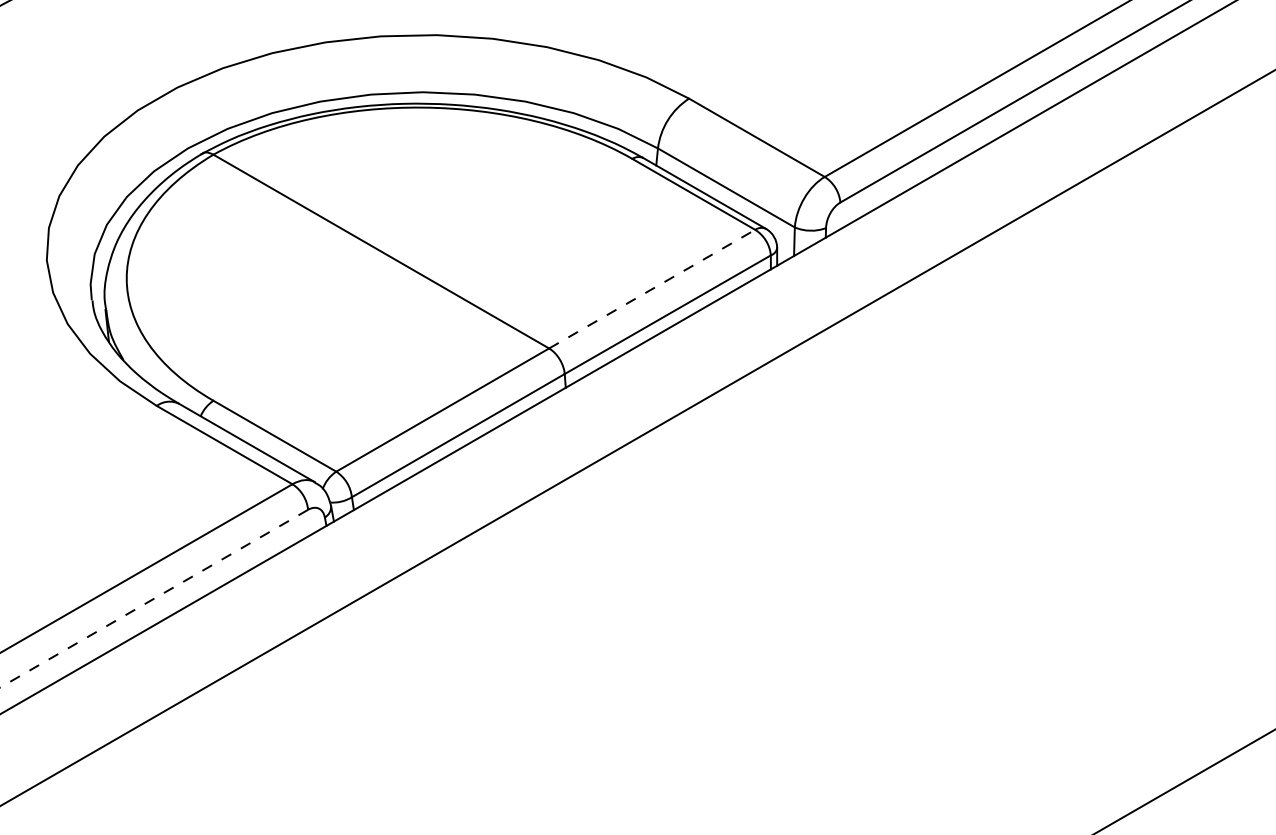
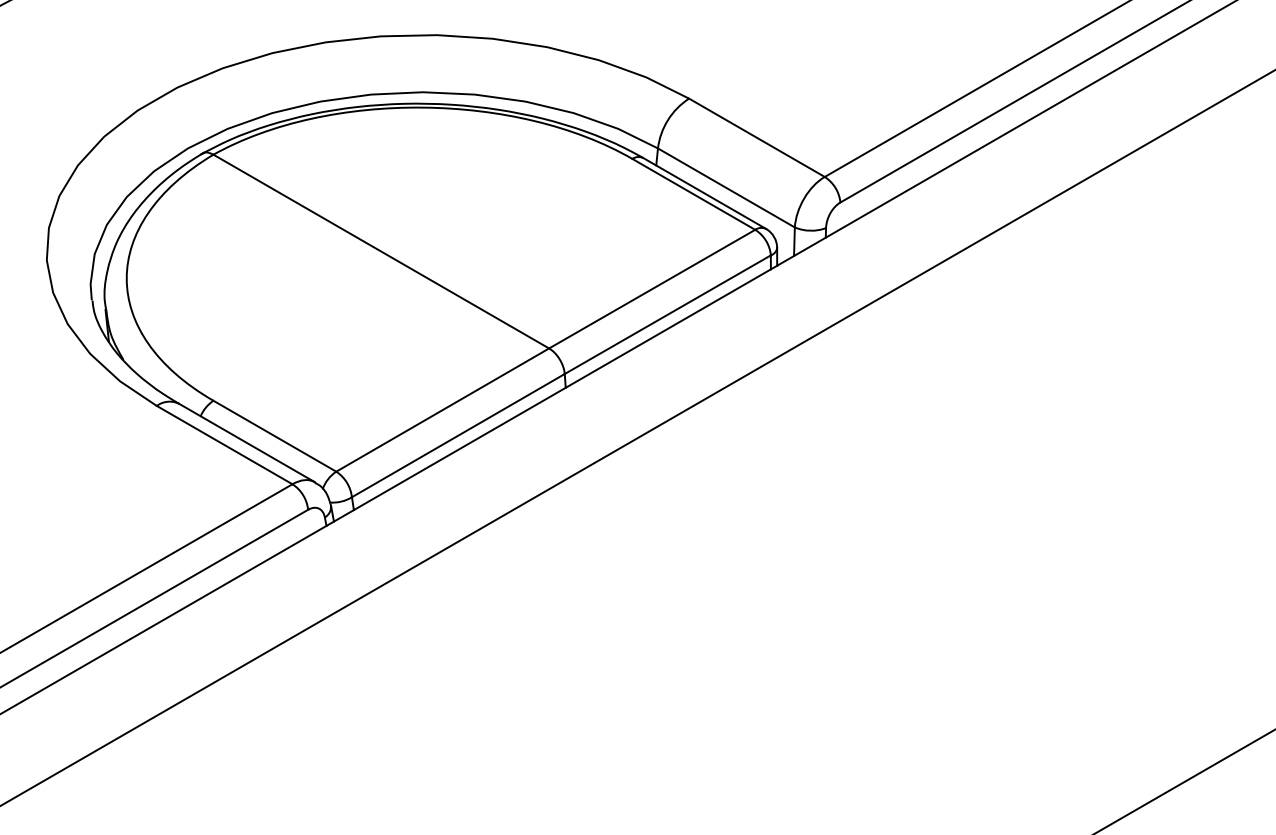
line at (652, 289): dashed -> solid
line at (153, 598): dashed -> solid
